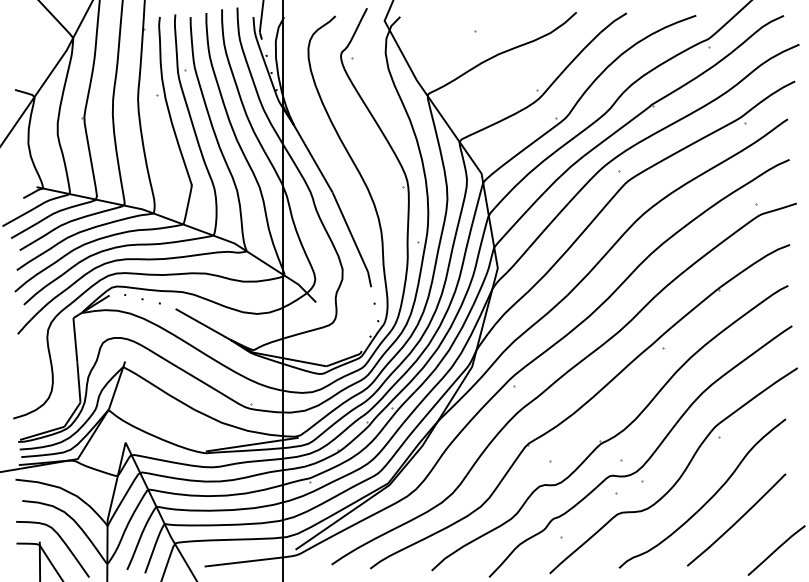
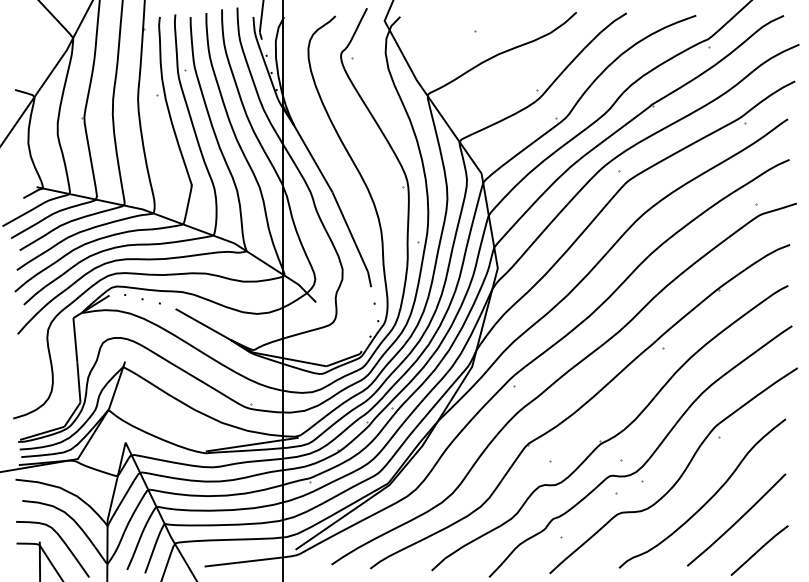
line at (776, 550) position: (776, 550) -> (759, 550)
